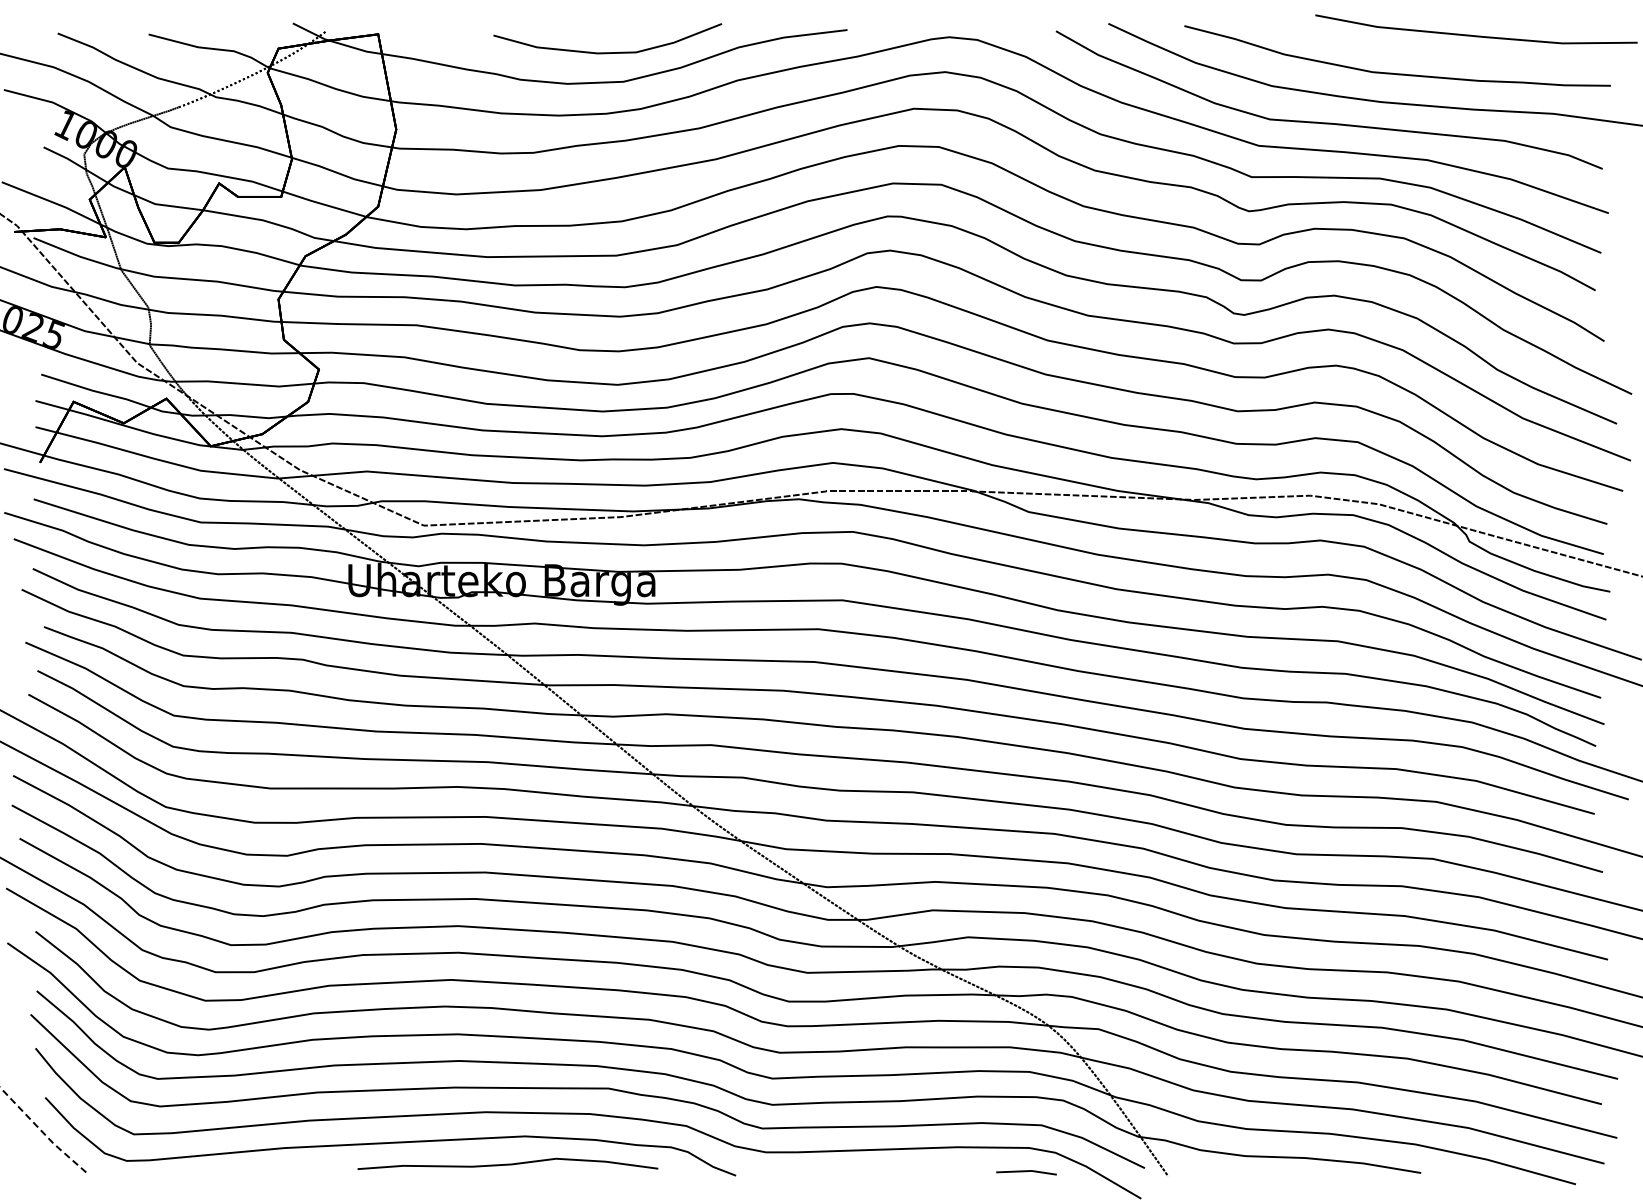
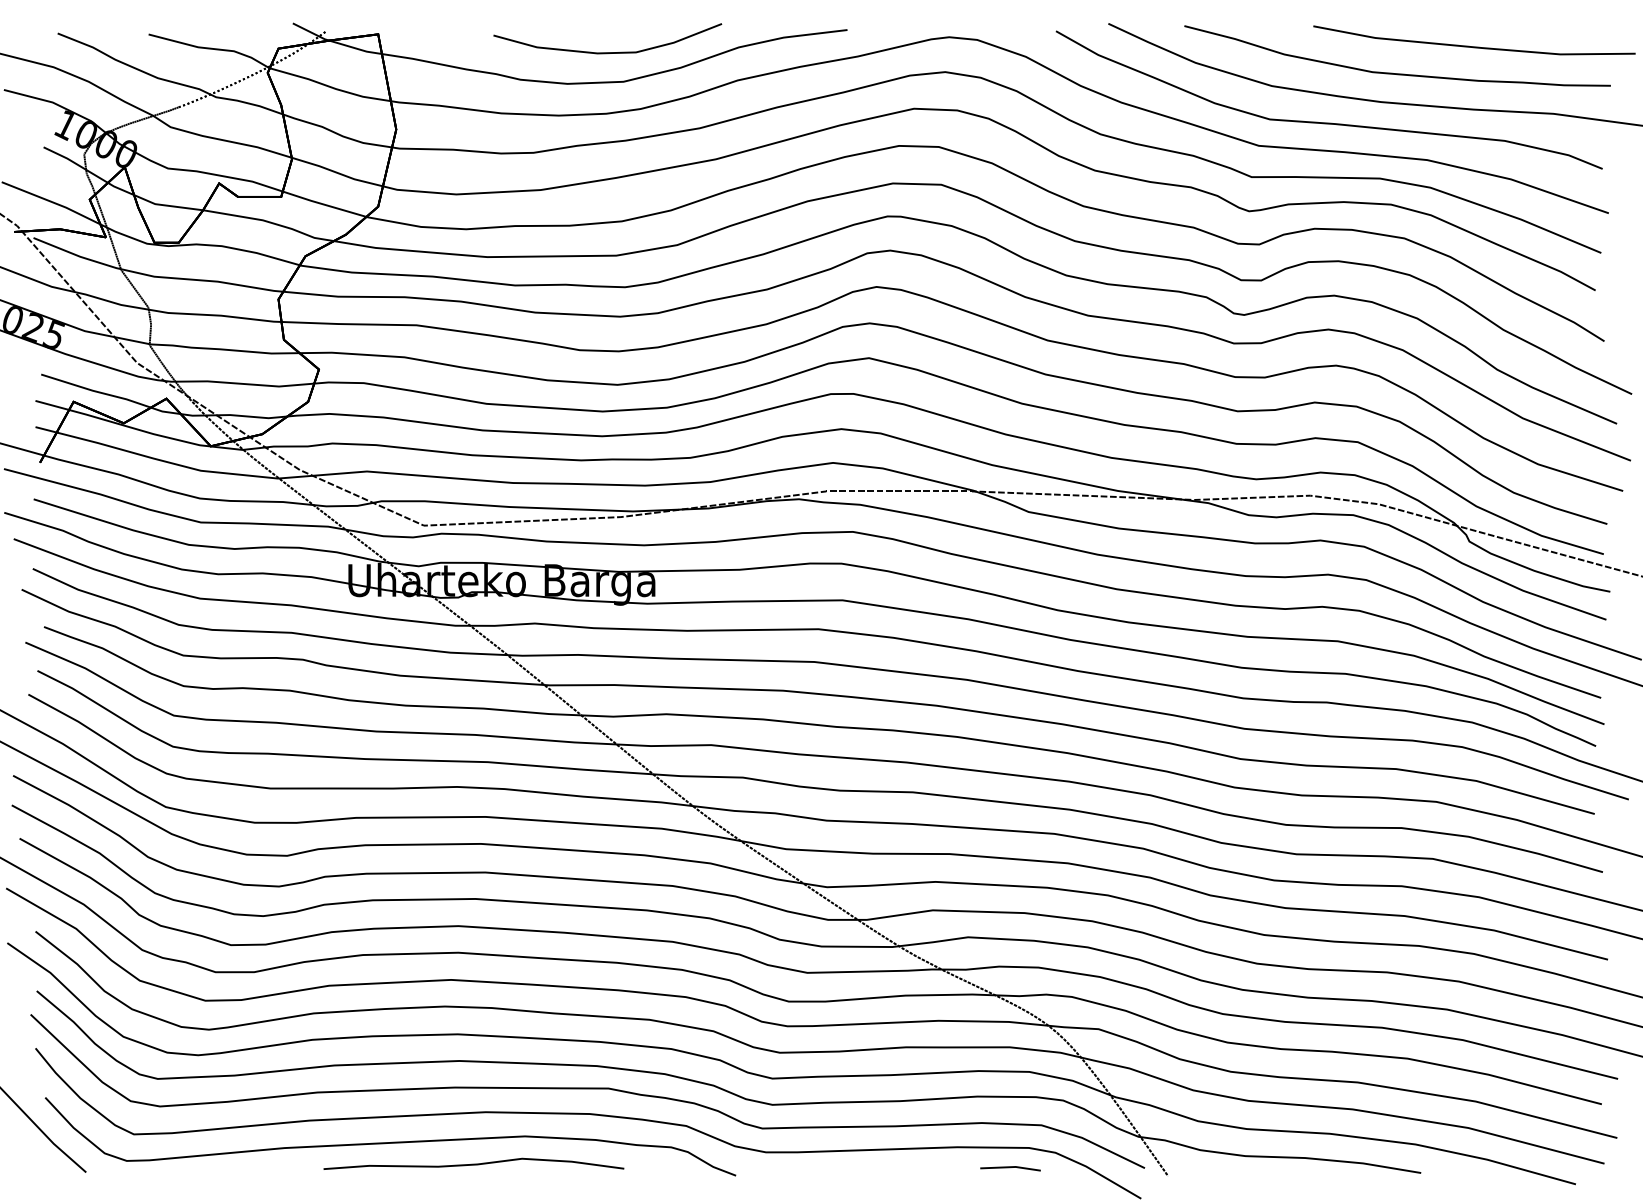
line at (1476, 35) position: (1476, 35) -> (1474, 46)
line at (42, 1131): dashed -> solid
curve at (507, 1163) position: (507, 1163) -> (473, 1163)
line at (1026, 1172) position: (1026, 1172) -> (1010, 1168)
